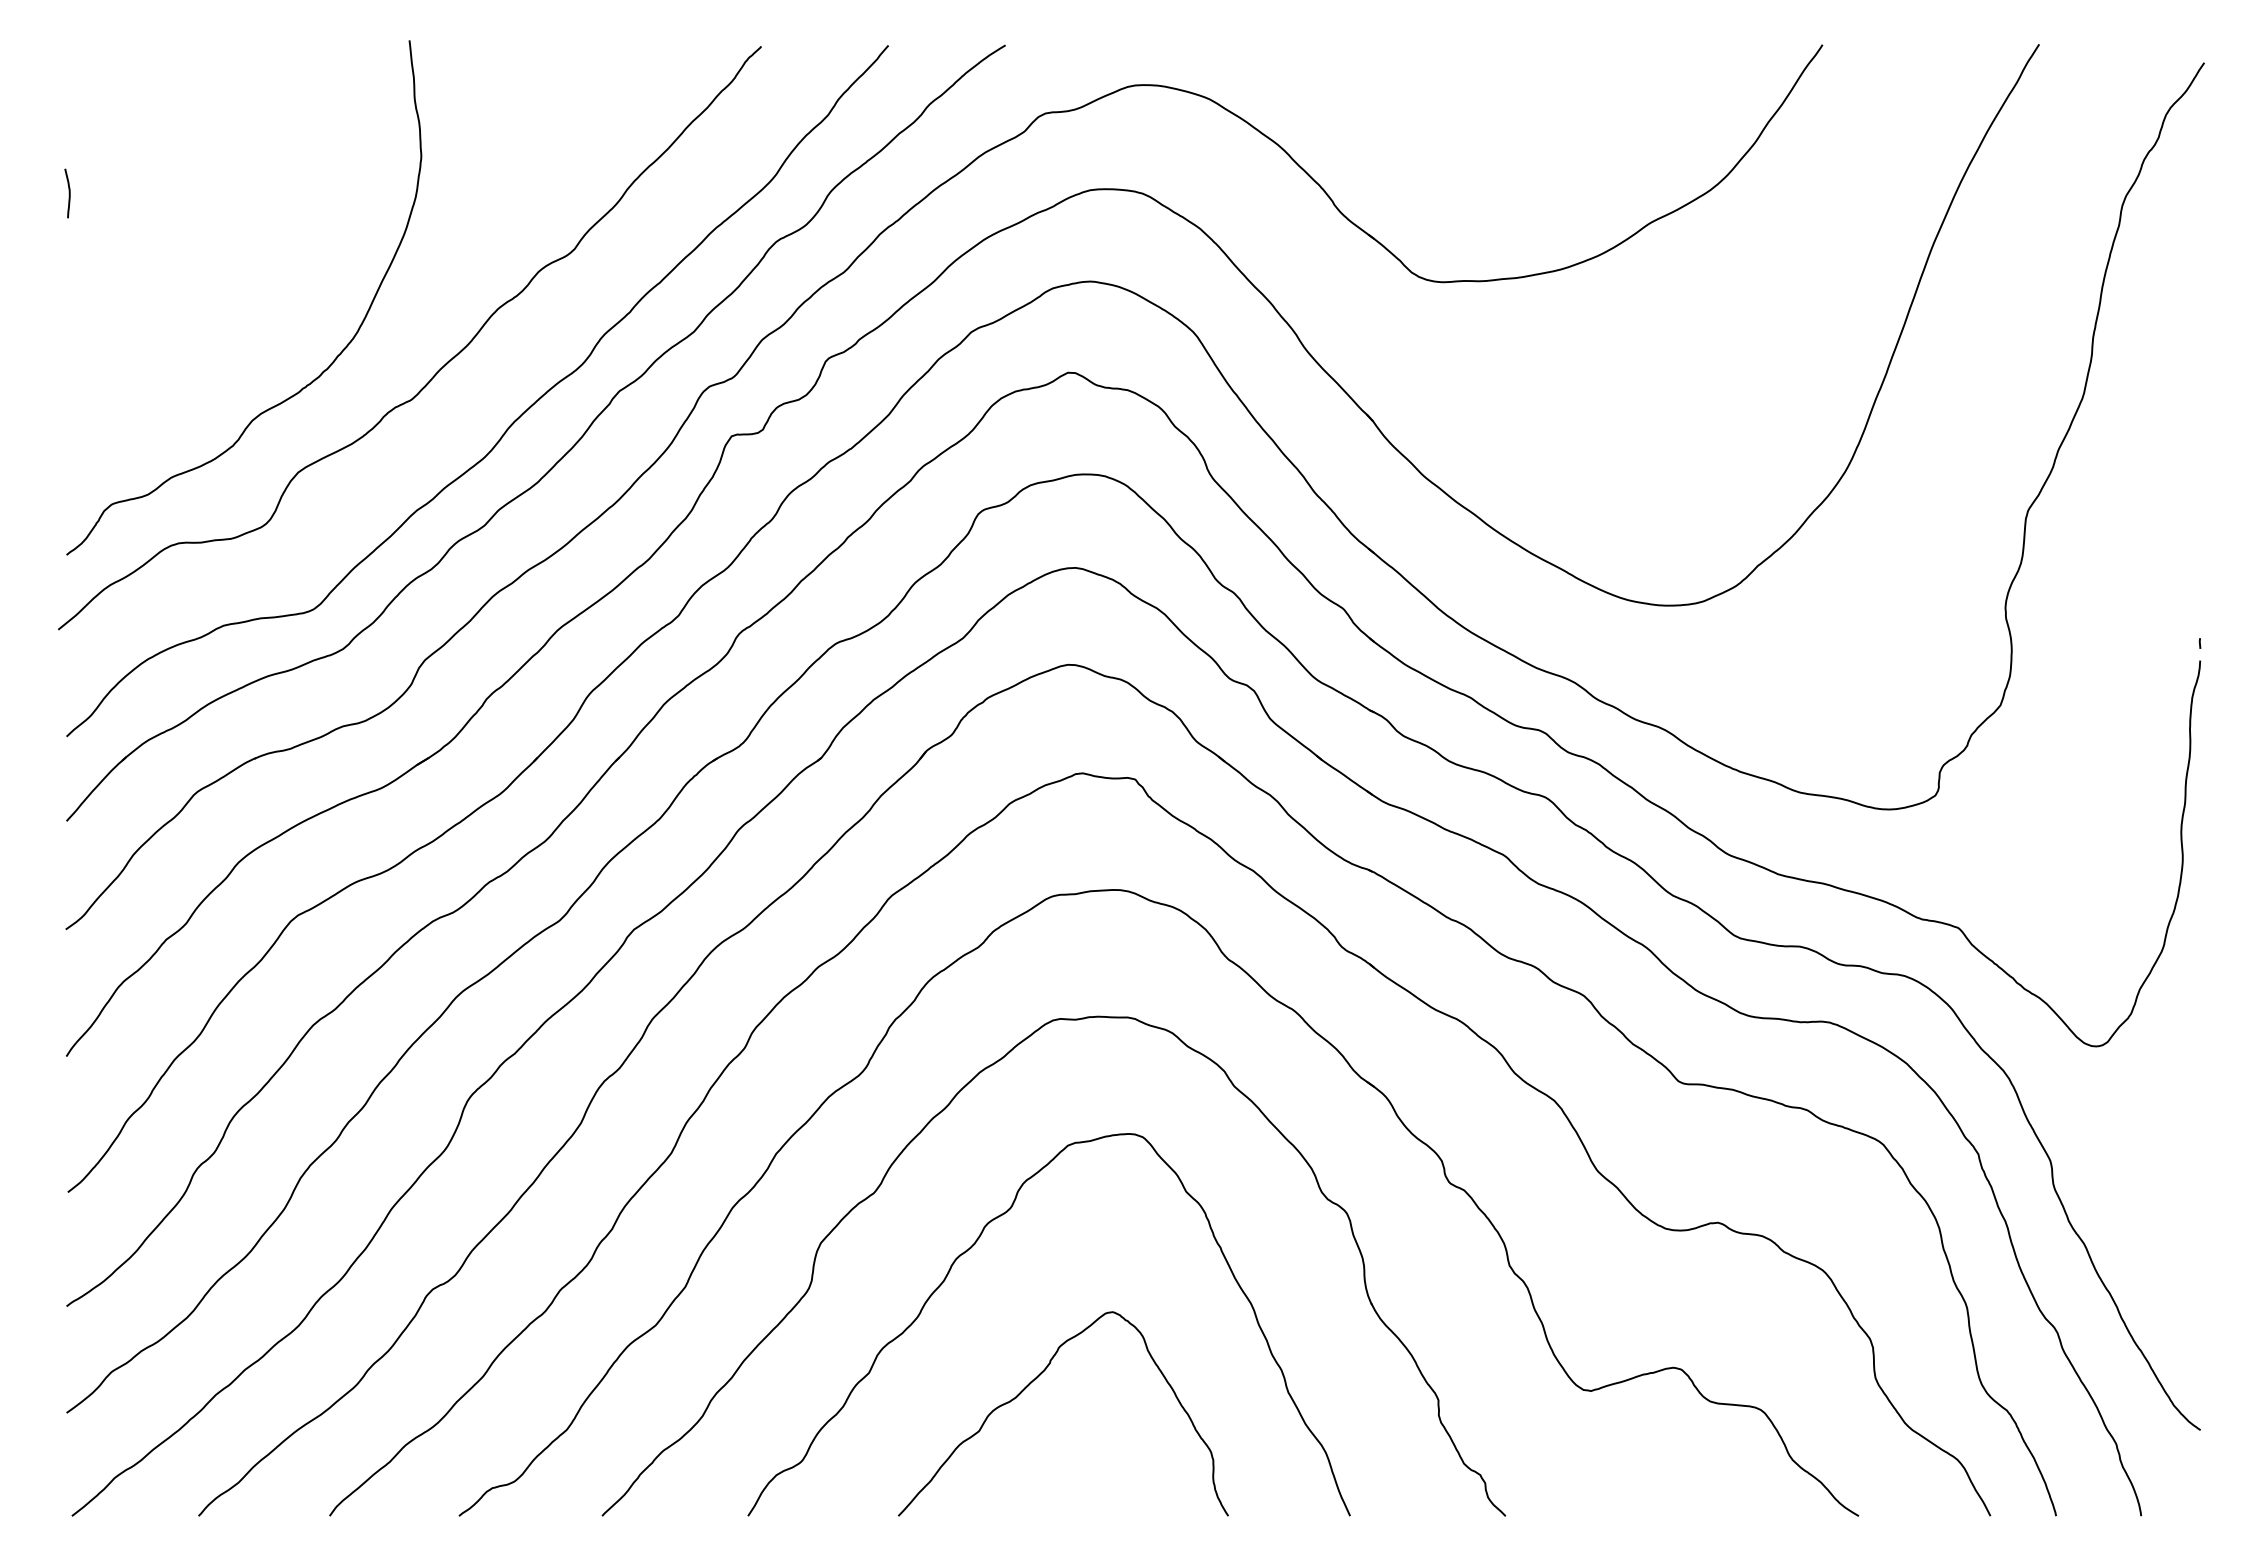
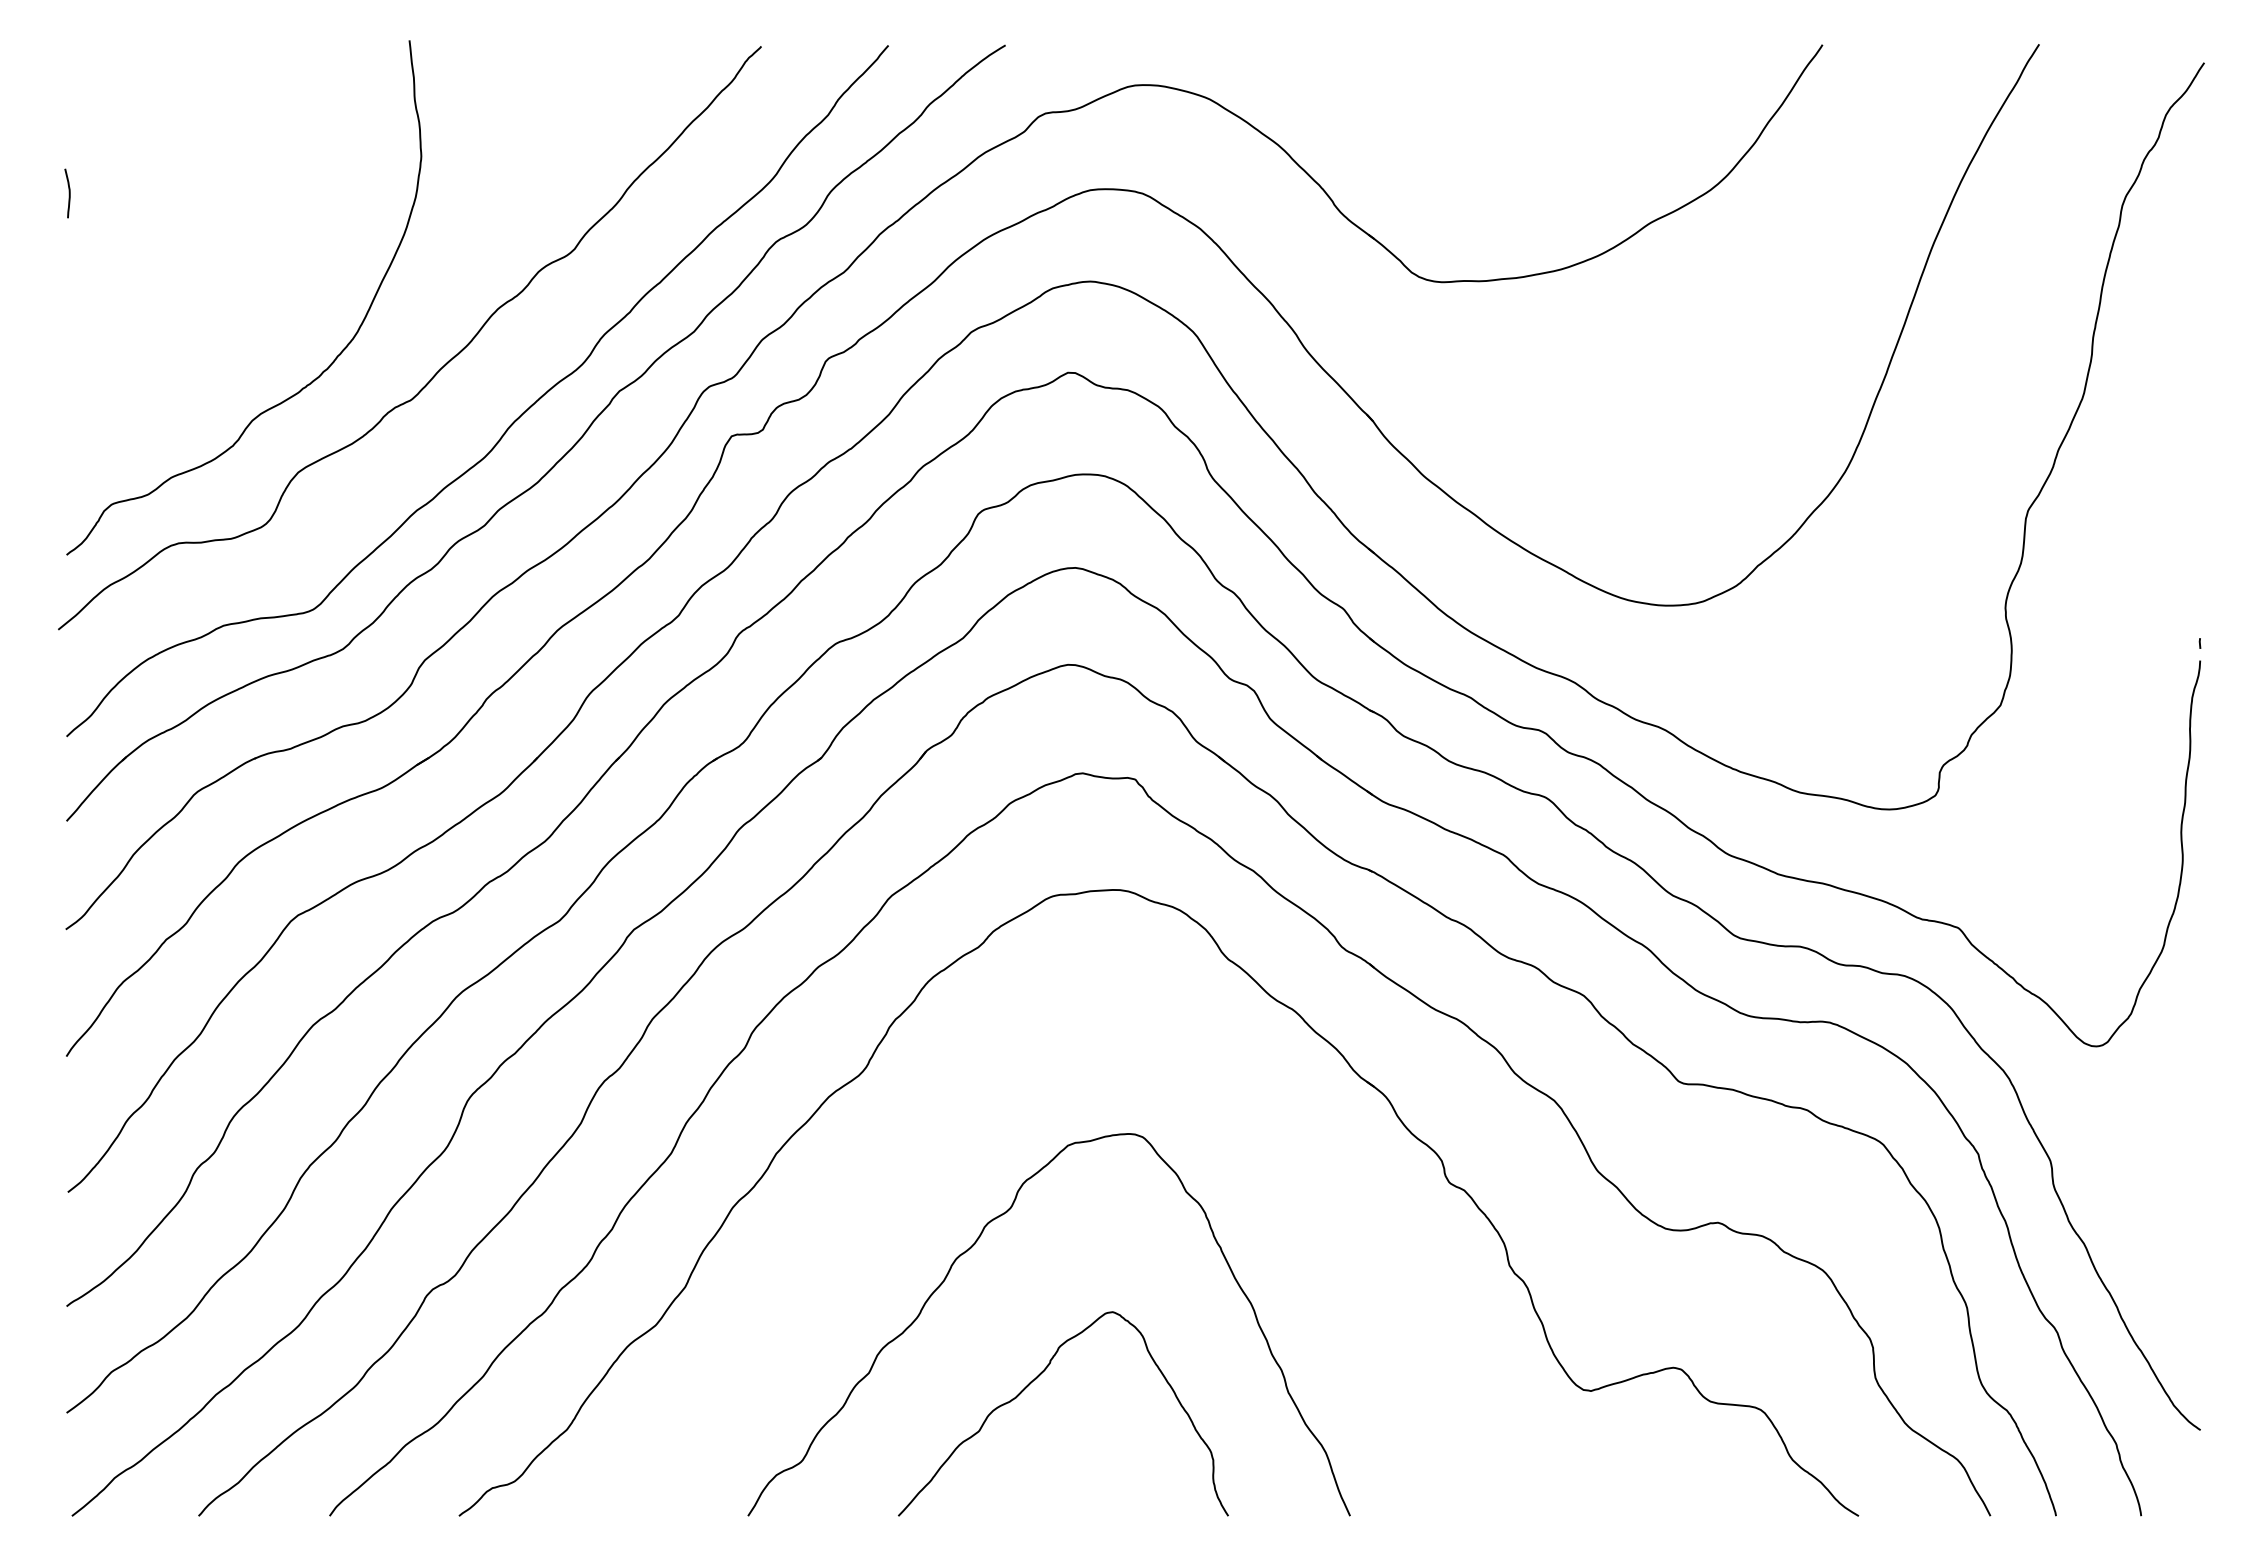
part at (921, 1132): present -> none
